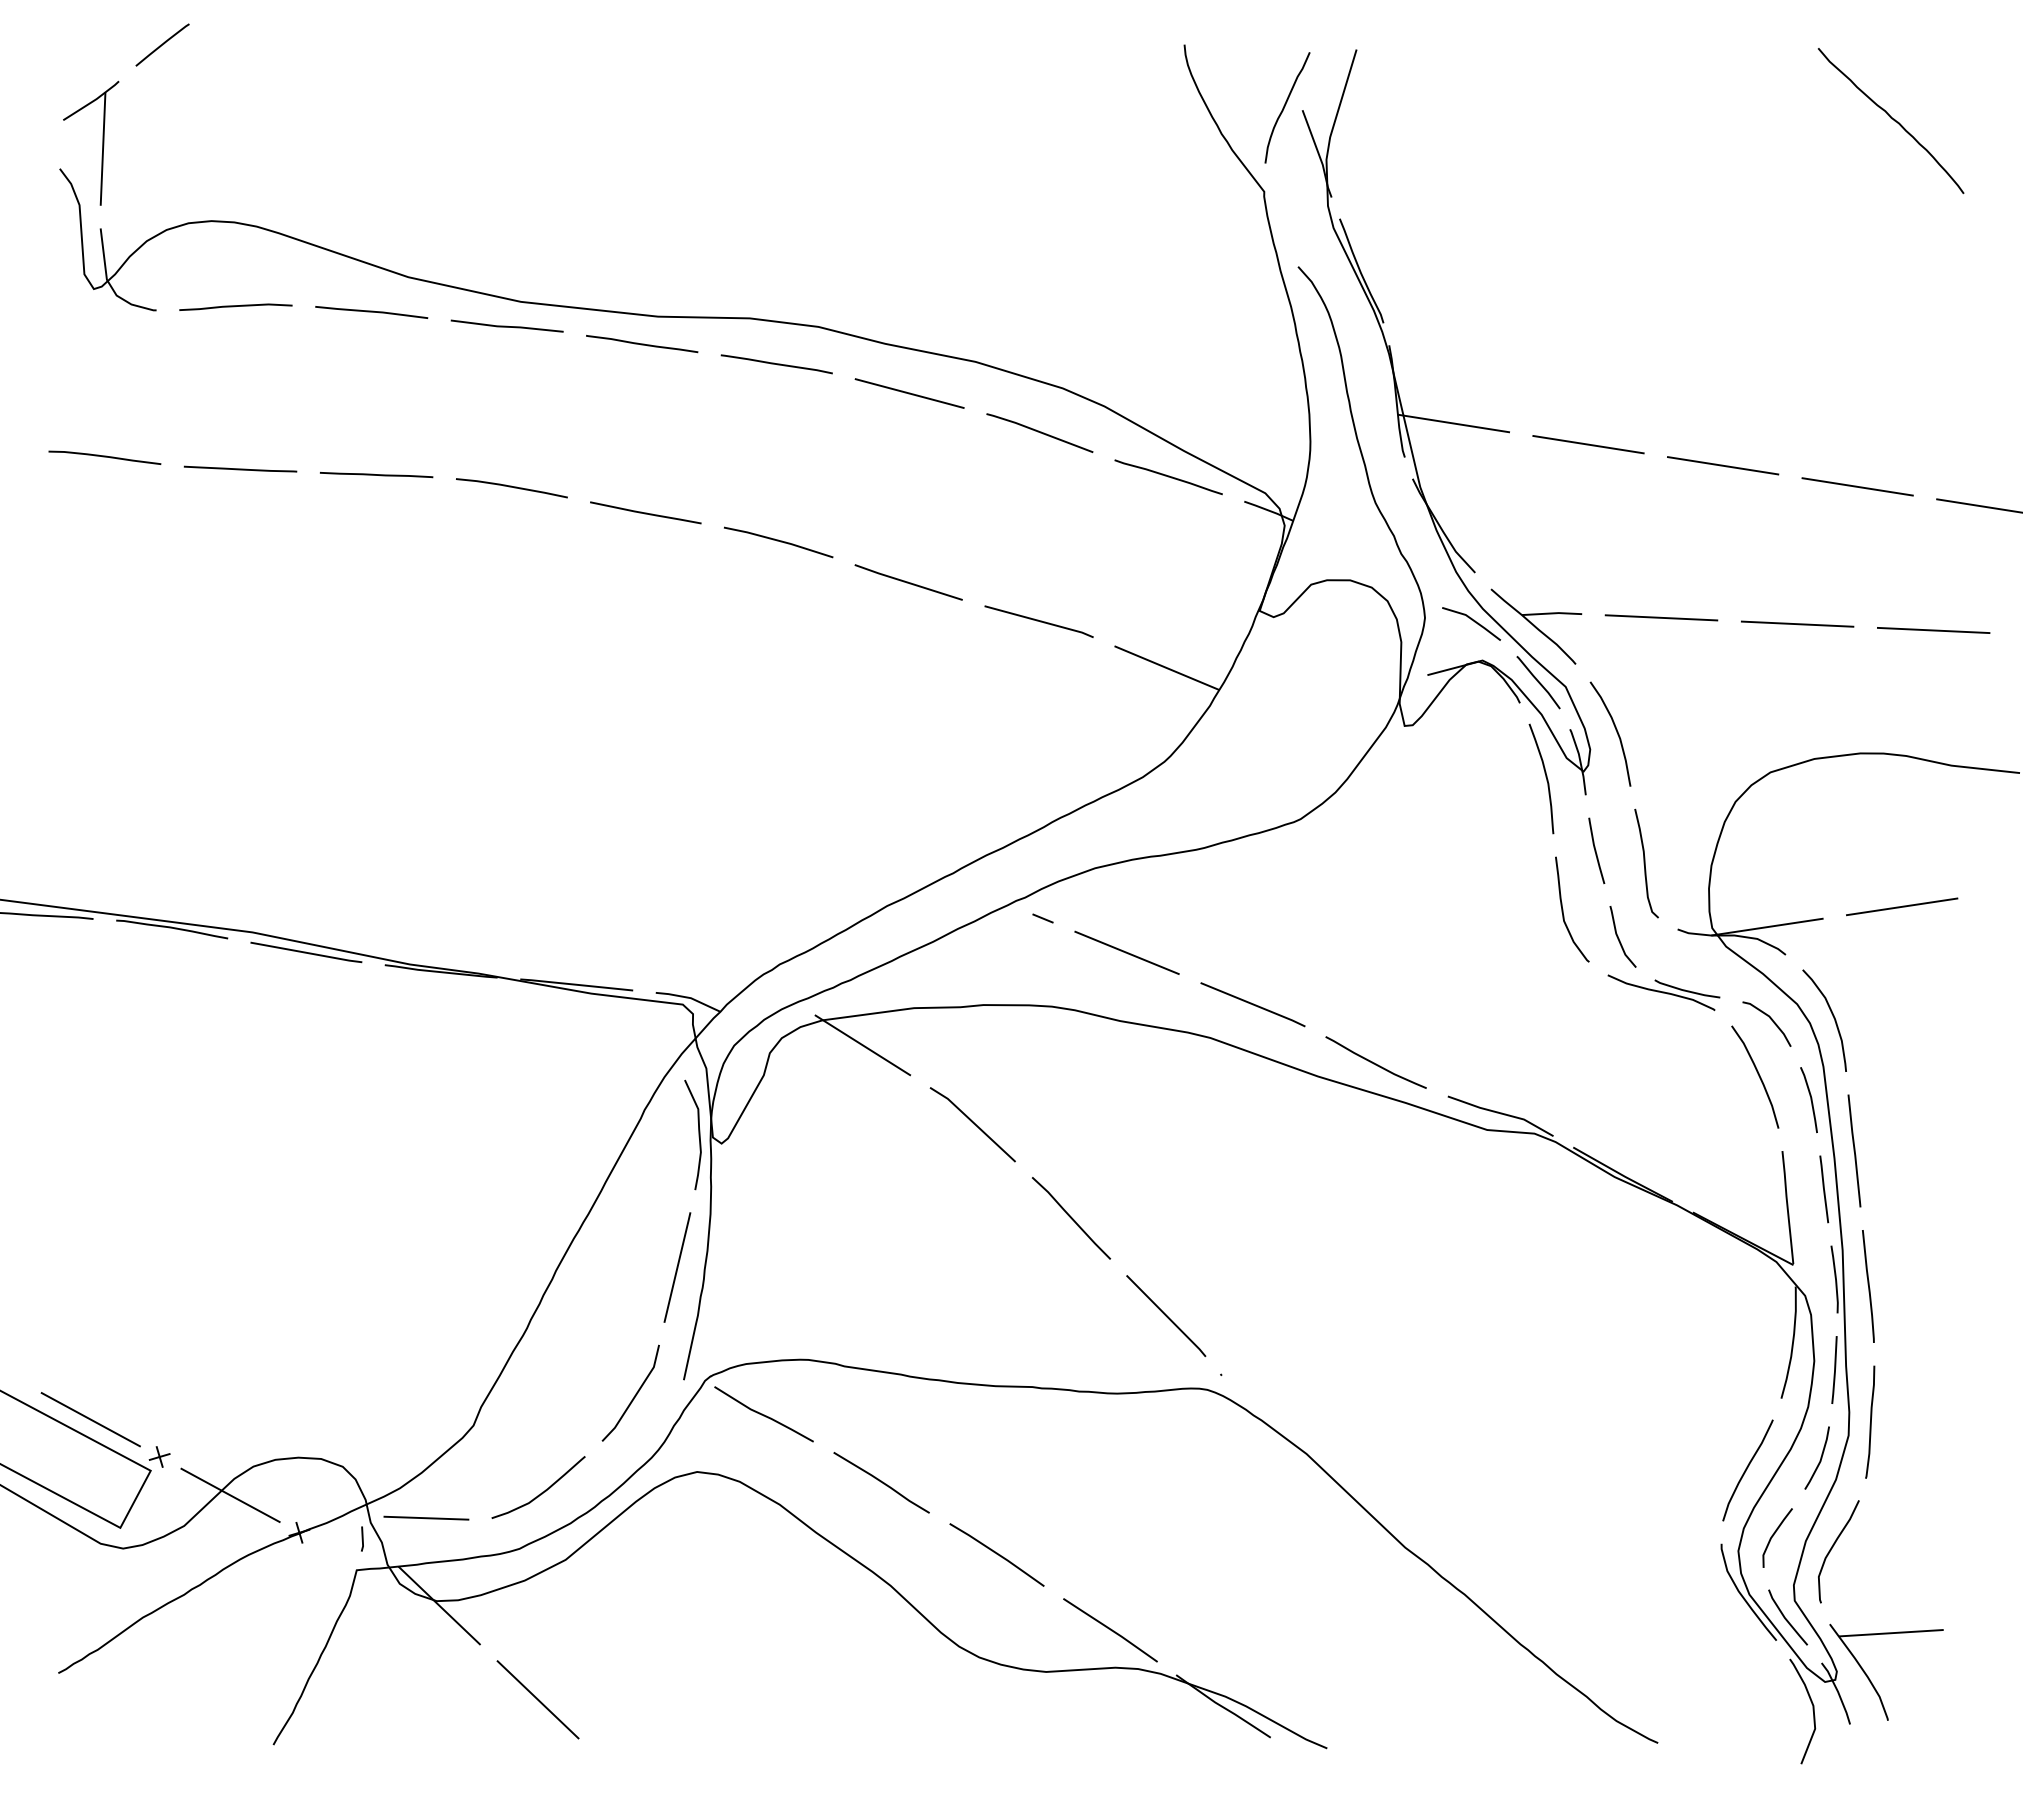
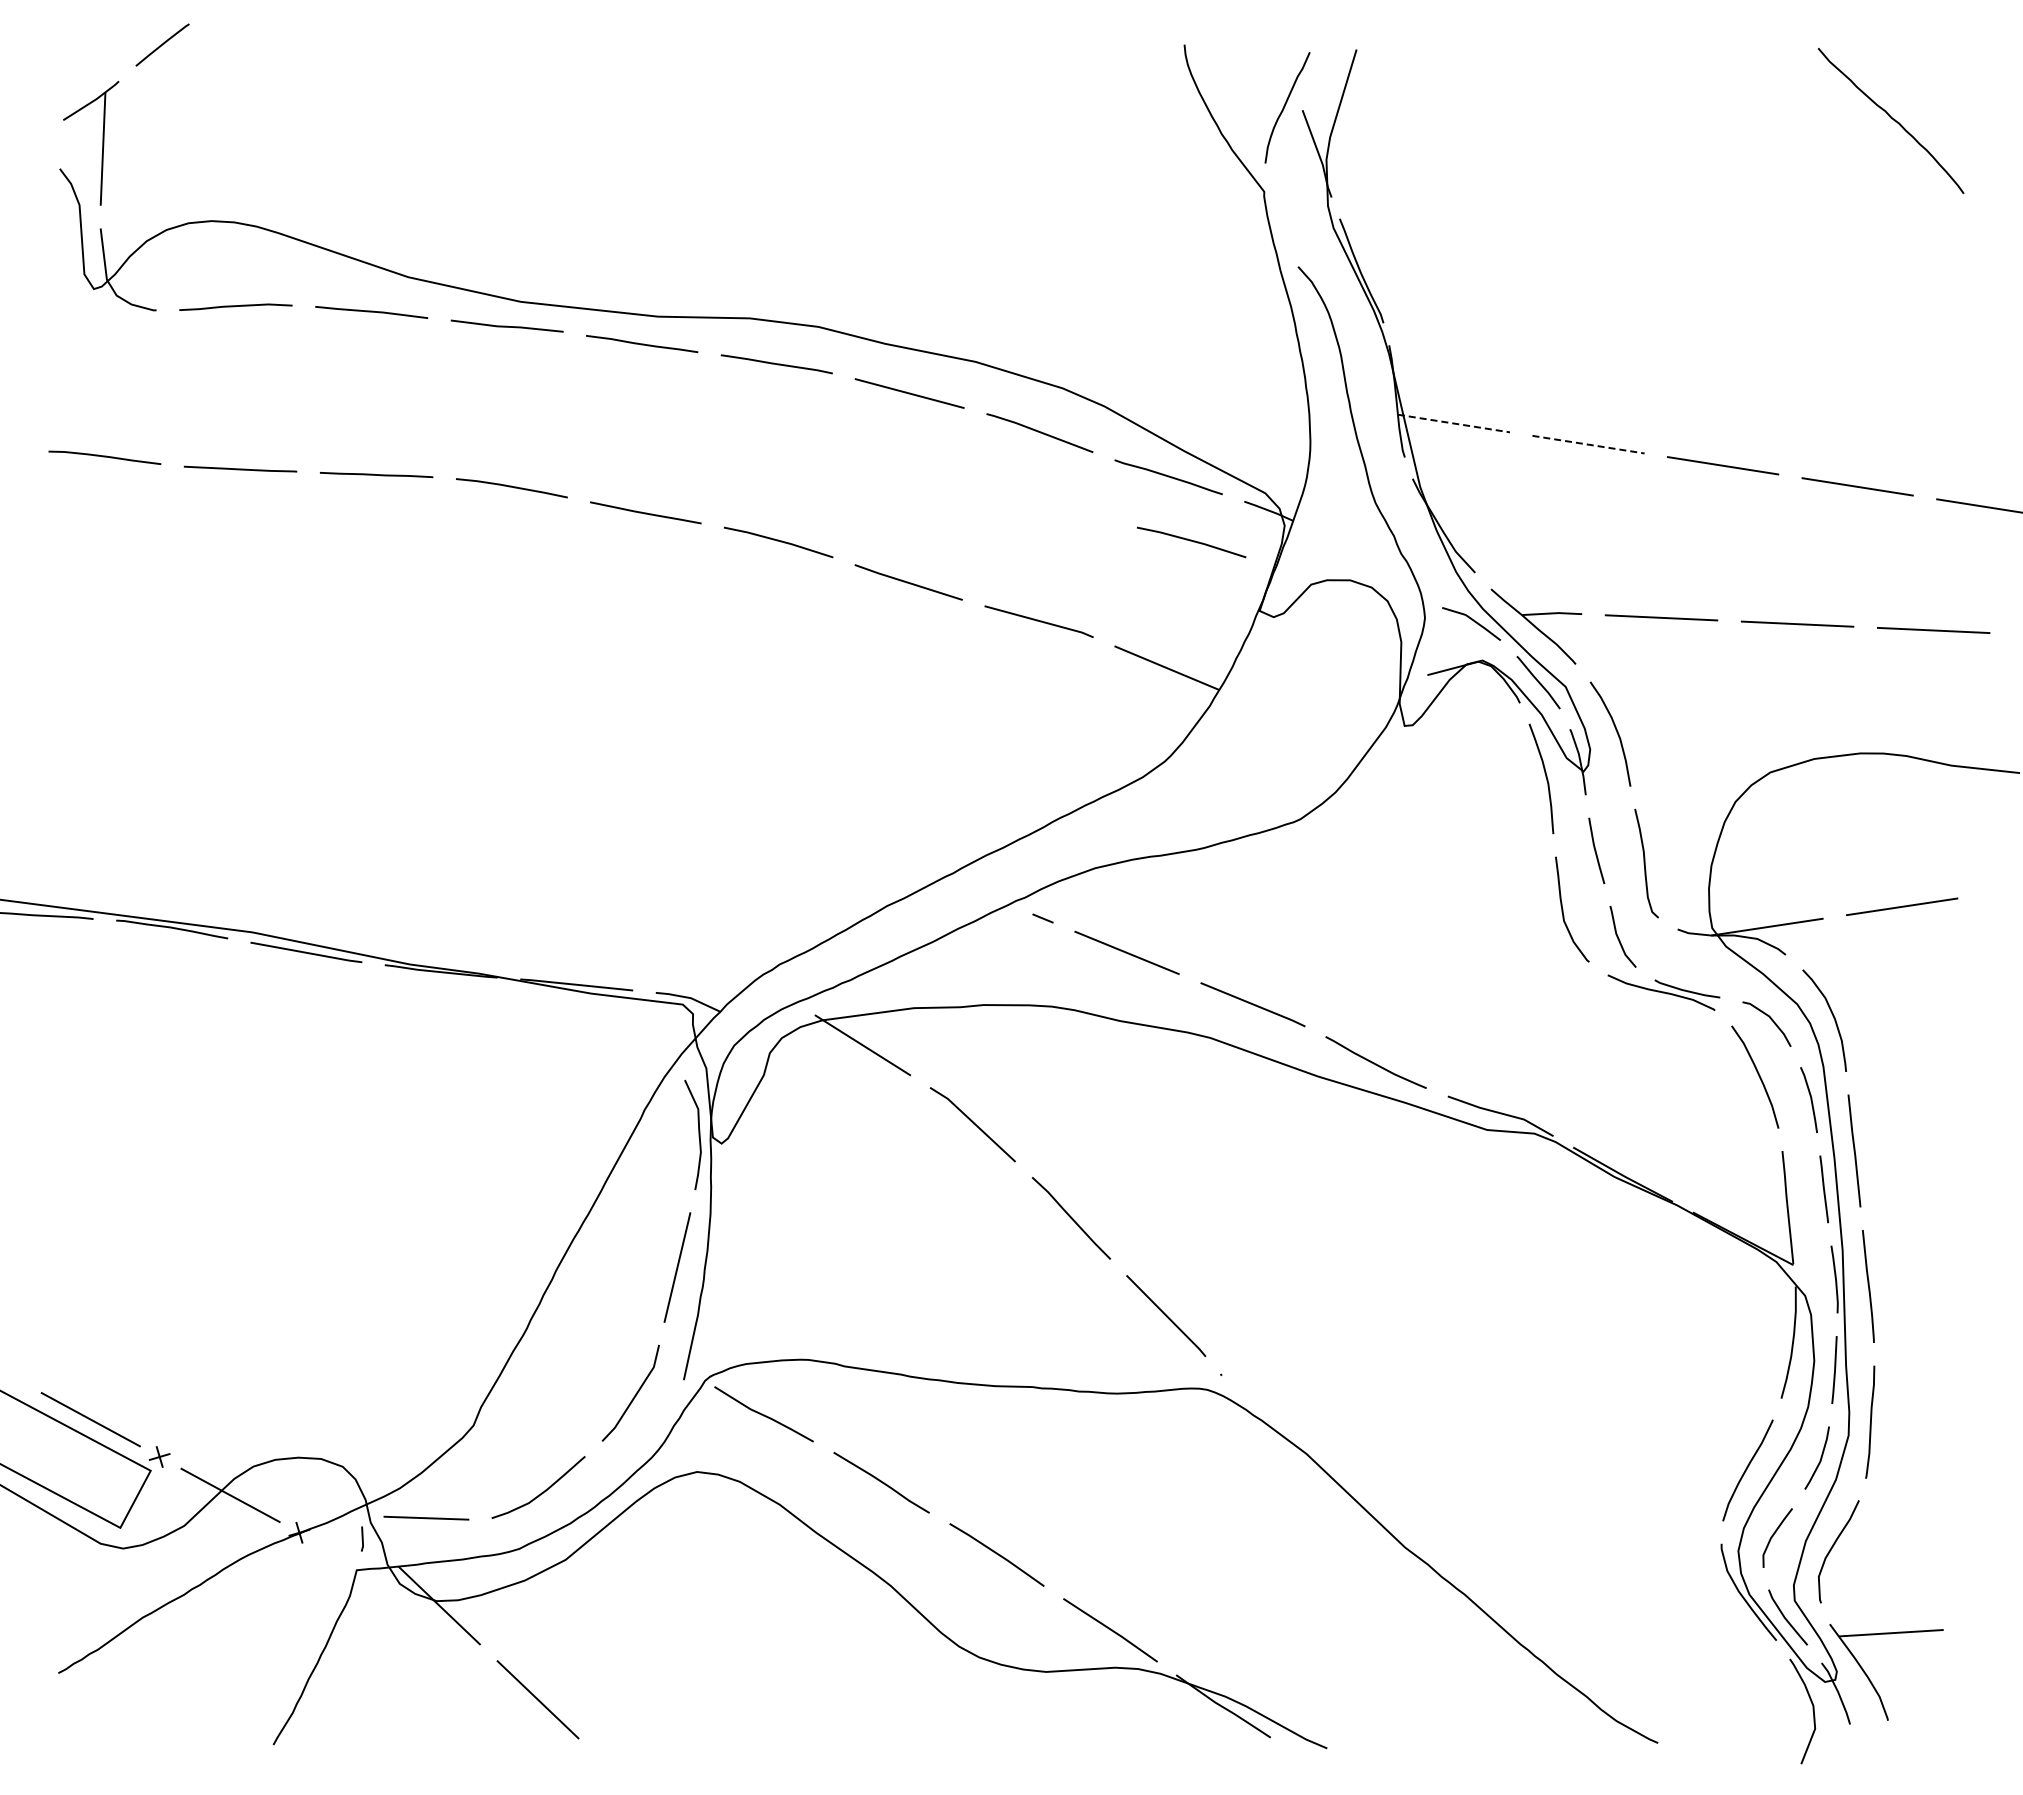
line at (1452, 423): solid -> dashed
line at (1588, 444): solid -> dashed
curve at (1191, 541): none -> present
